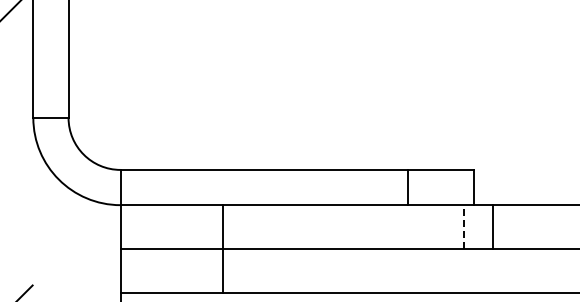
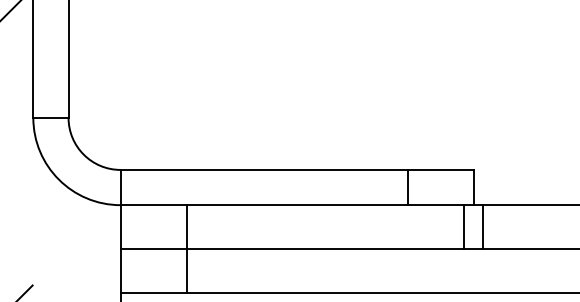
line at (463, 226): dashed -> solid
line at (493, 227) position: (493, 227) -> (483, 227)
line at (223, 249) position: (223, 249) -> (187, 249)
